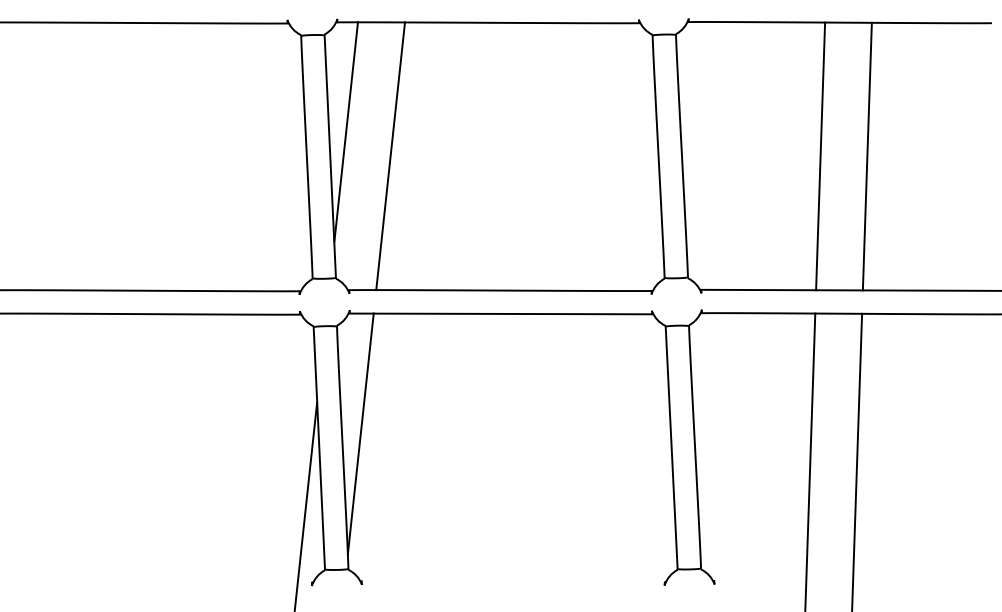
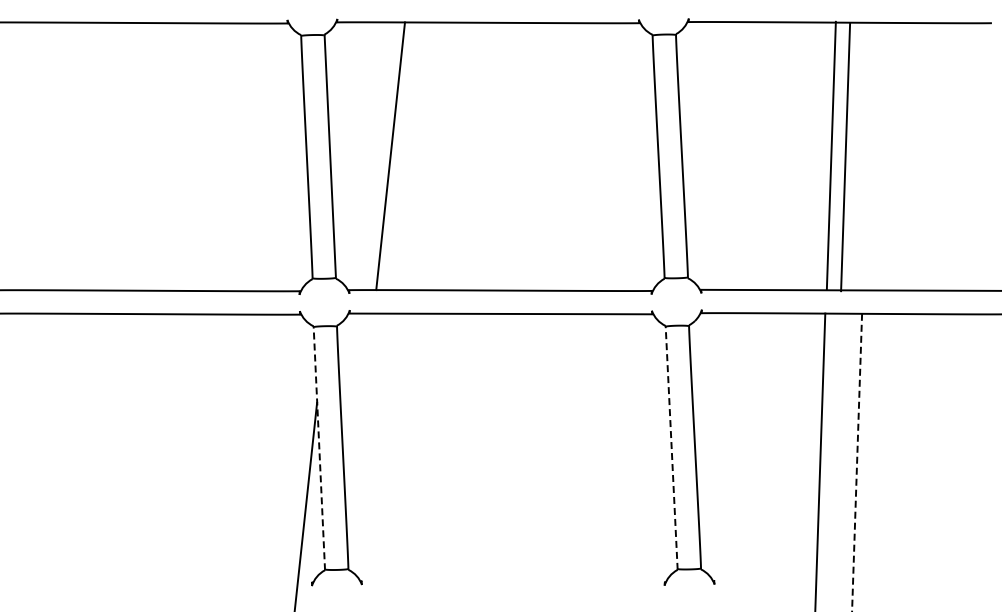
line at (345, 131): present -> none
line at (820, 156) position: (820, 156) -> (845, 157)
line at (866, 156) position: (866, 156) -> (830, 155)
line at (360, 433): present -> none
line at (319, 448): solid -> dashed
line at (671, 448): solid -> dashed
line at (810, 460) position: (810, 460) -> (820, 460)
line at (857, 462): solid -> dashed
